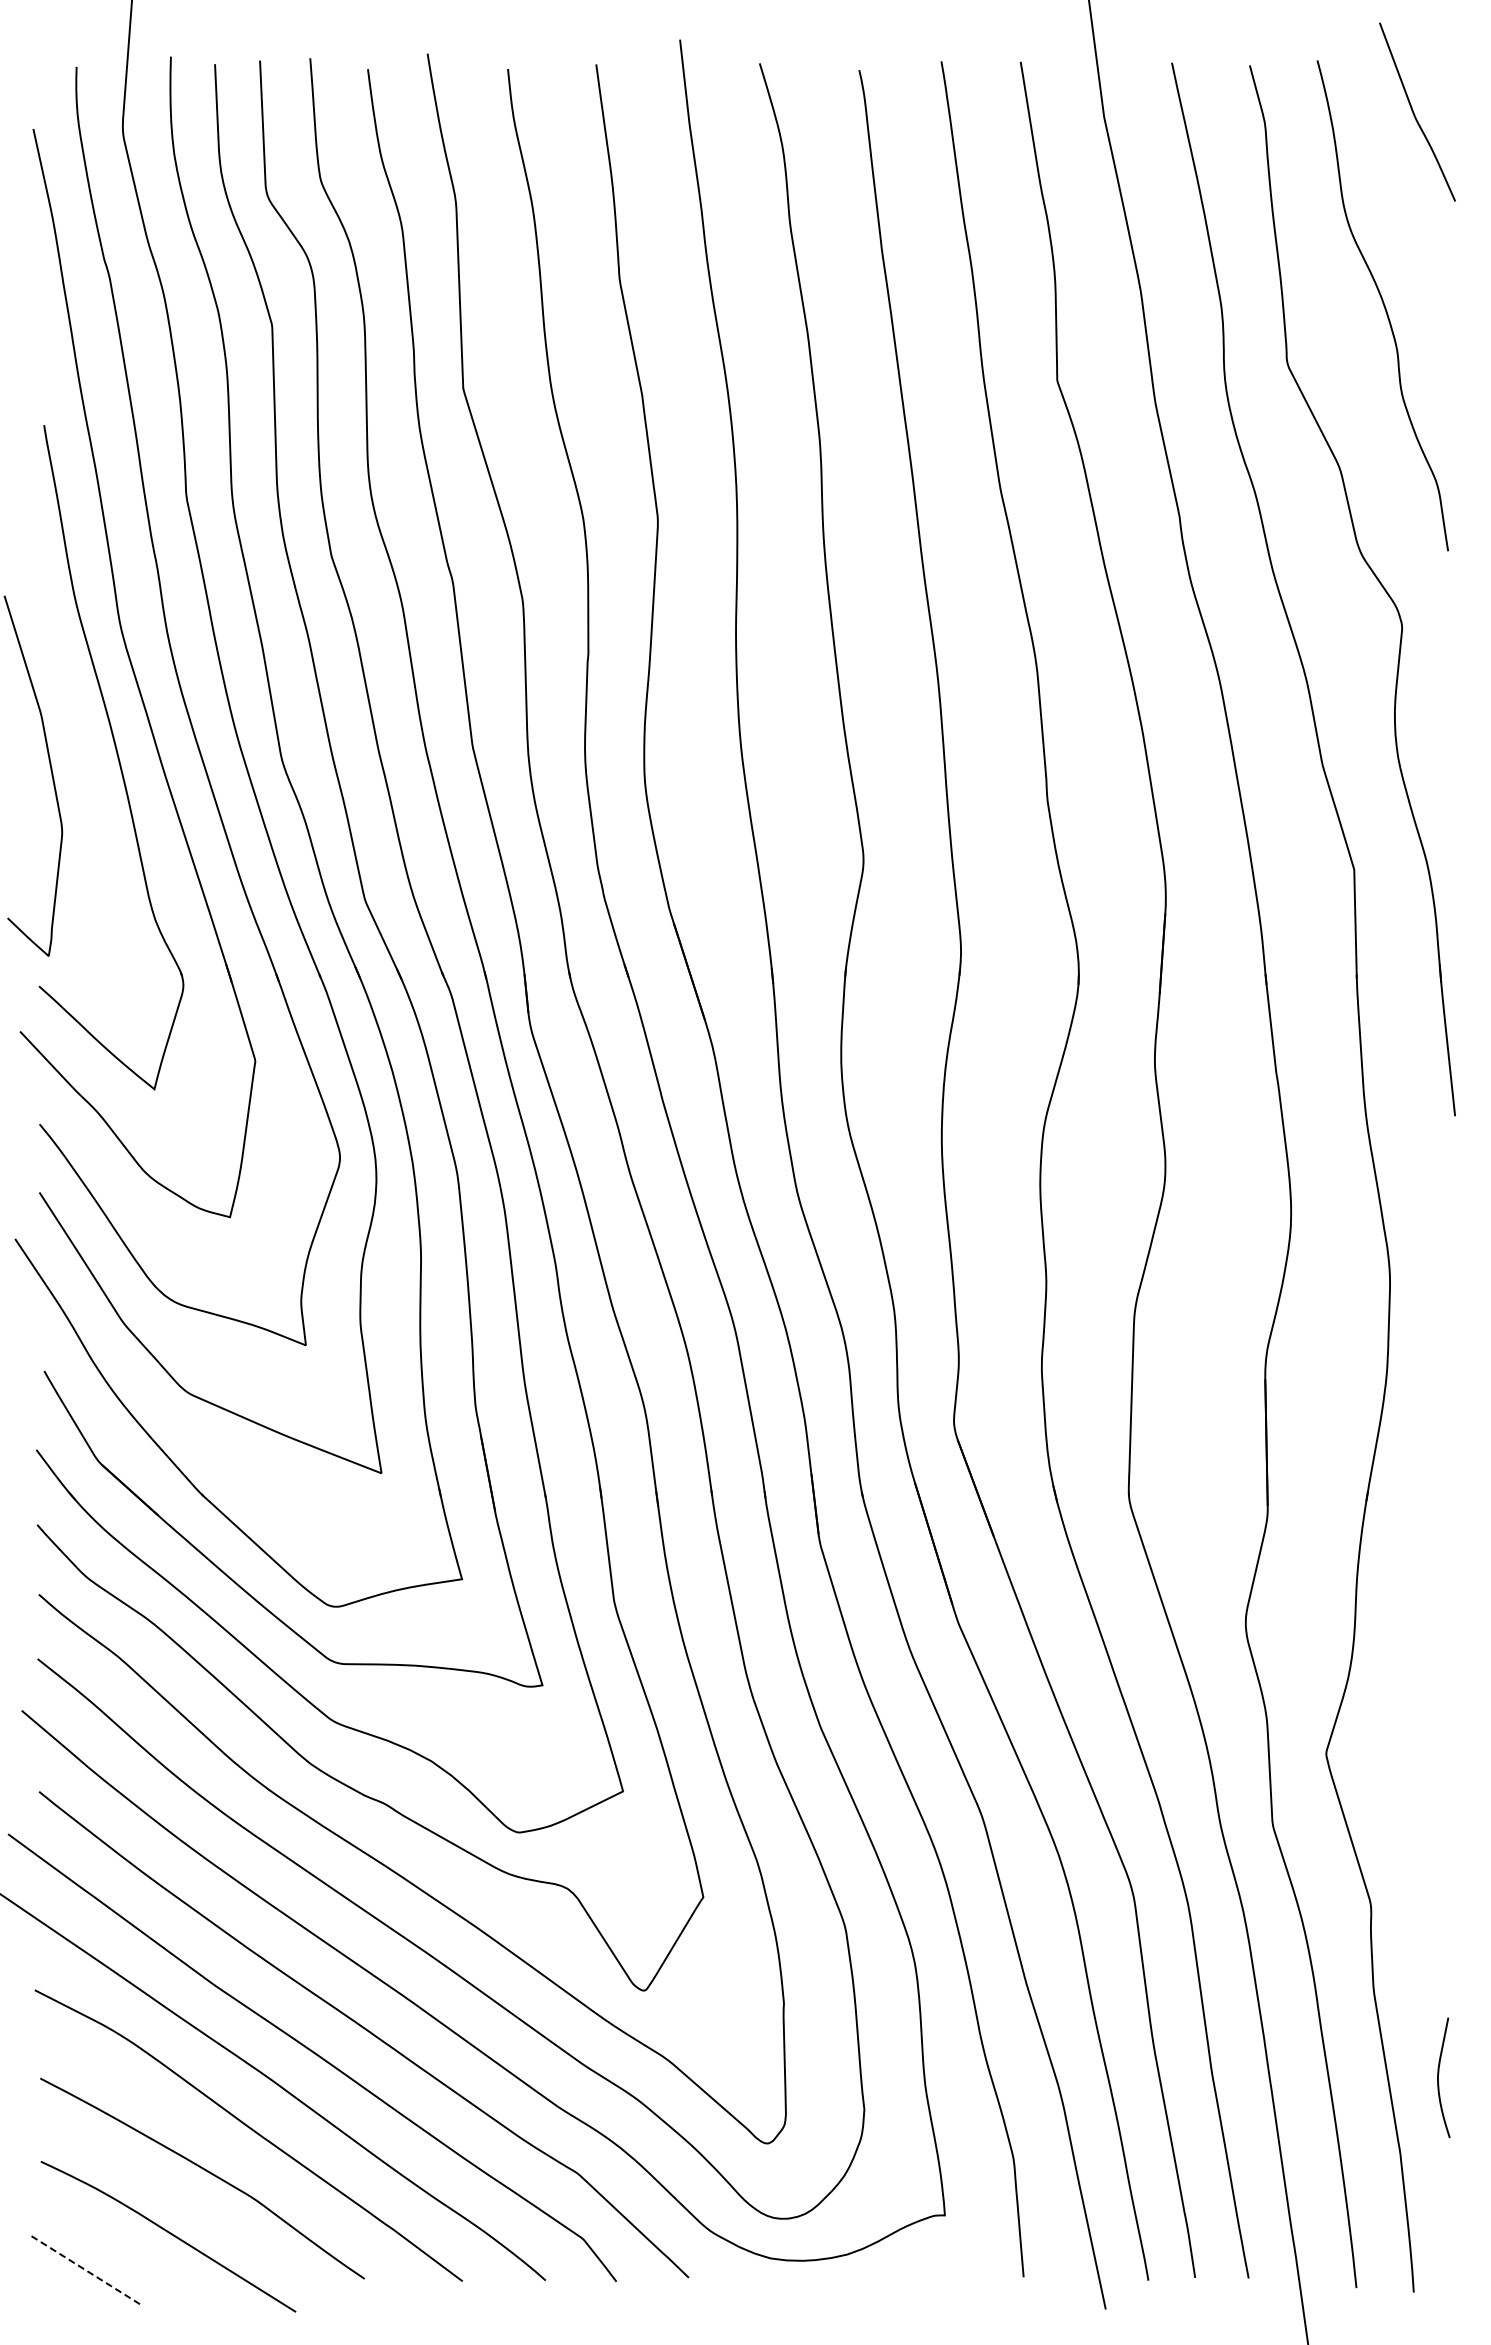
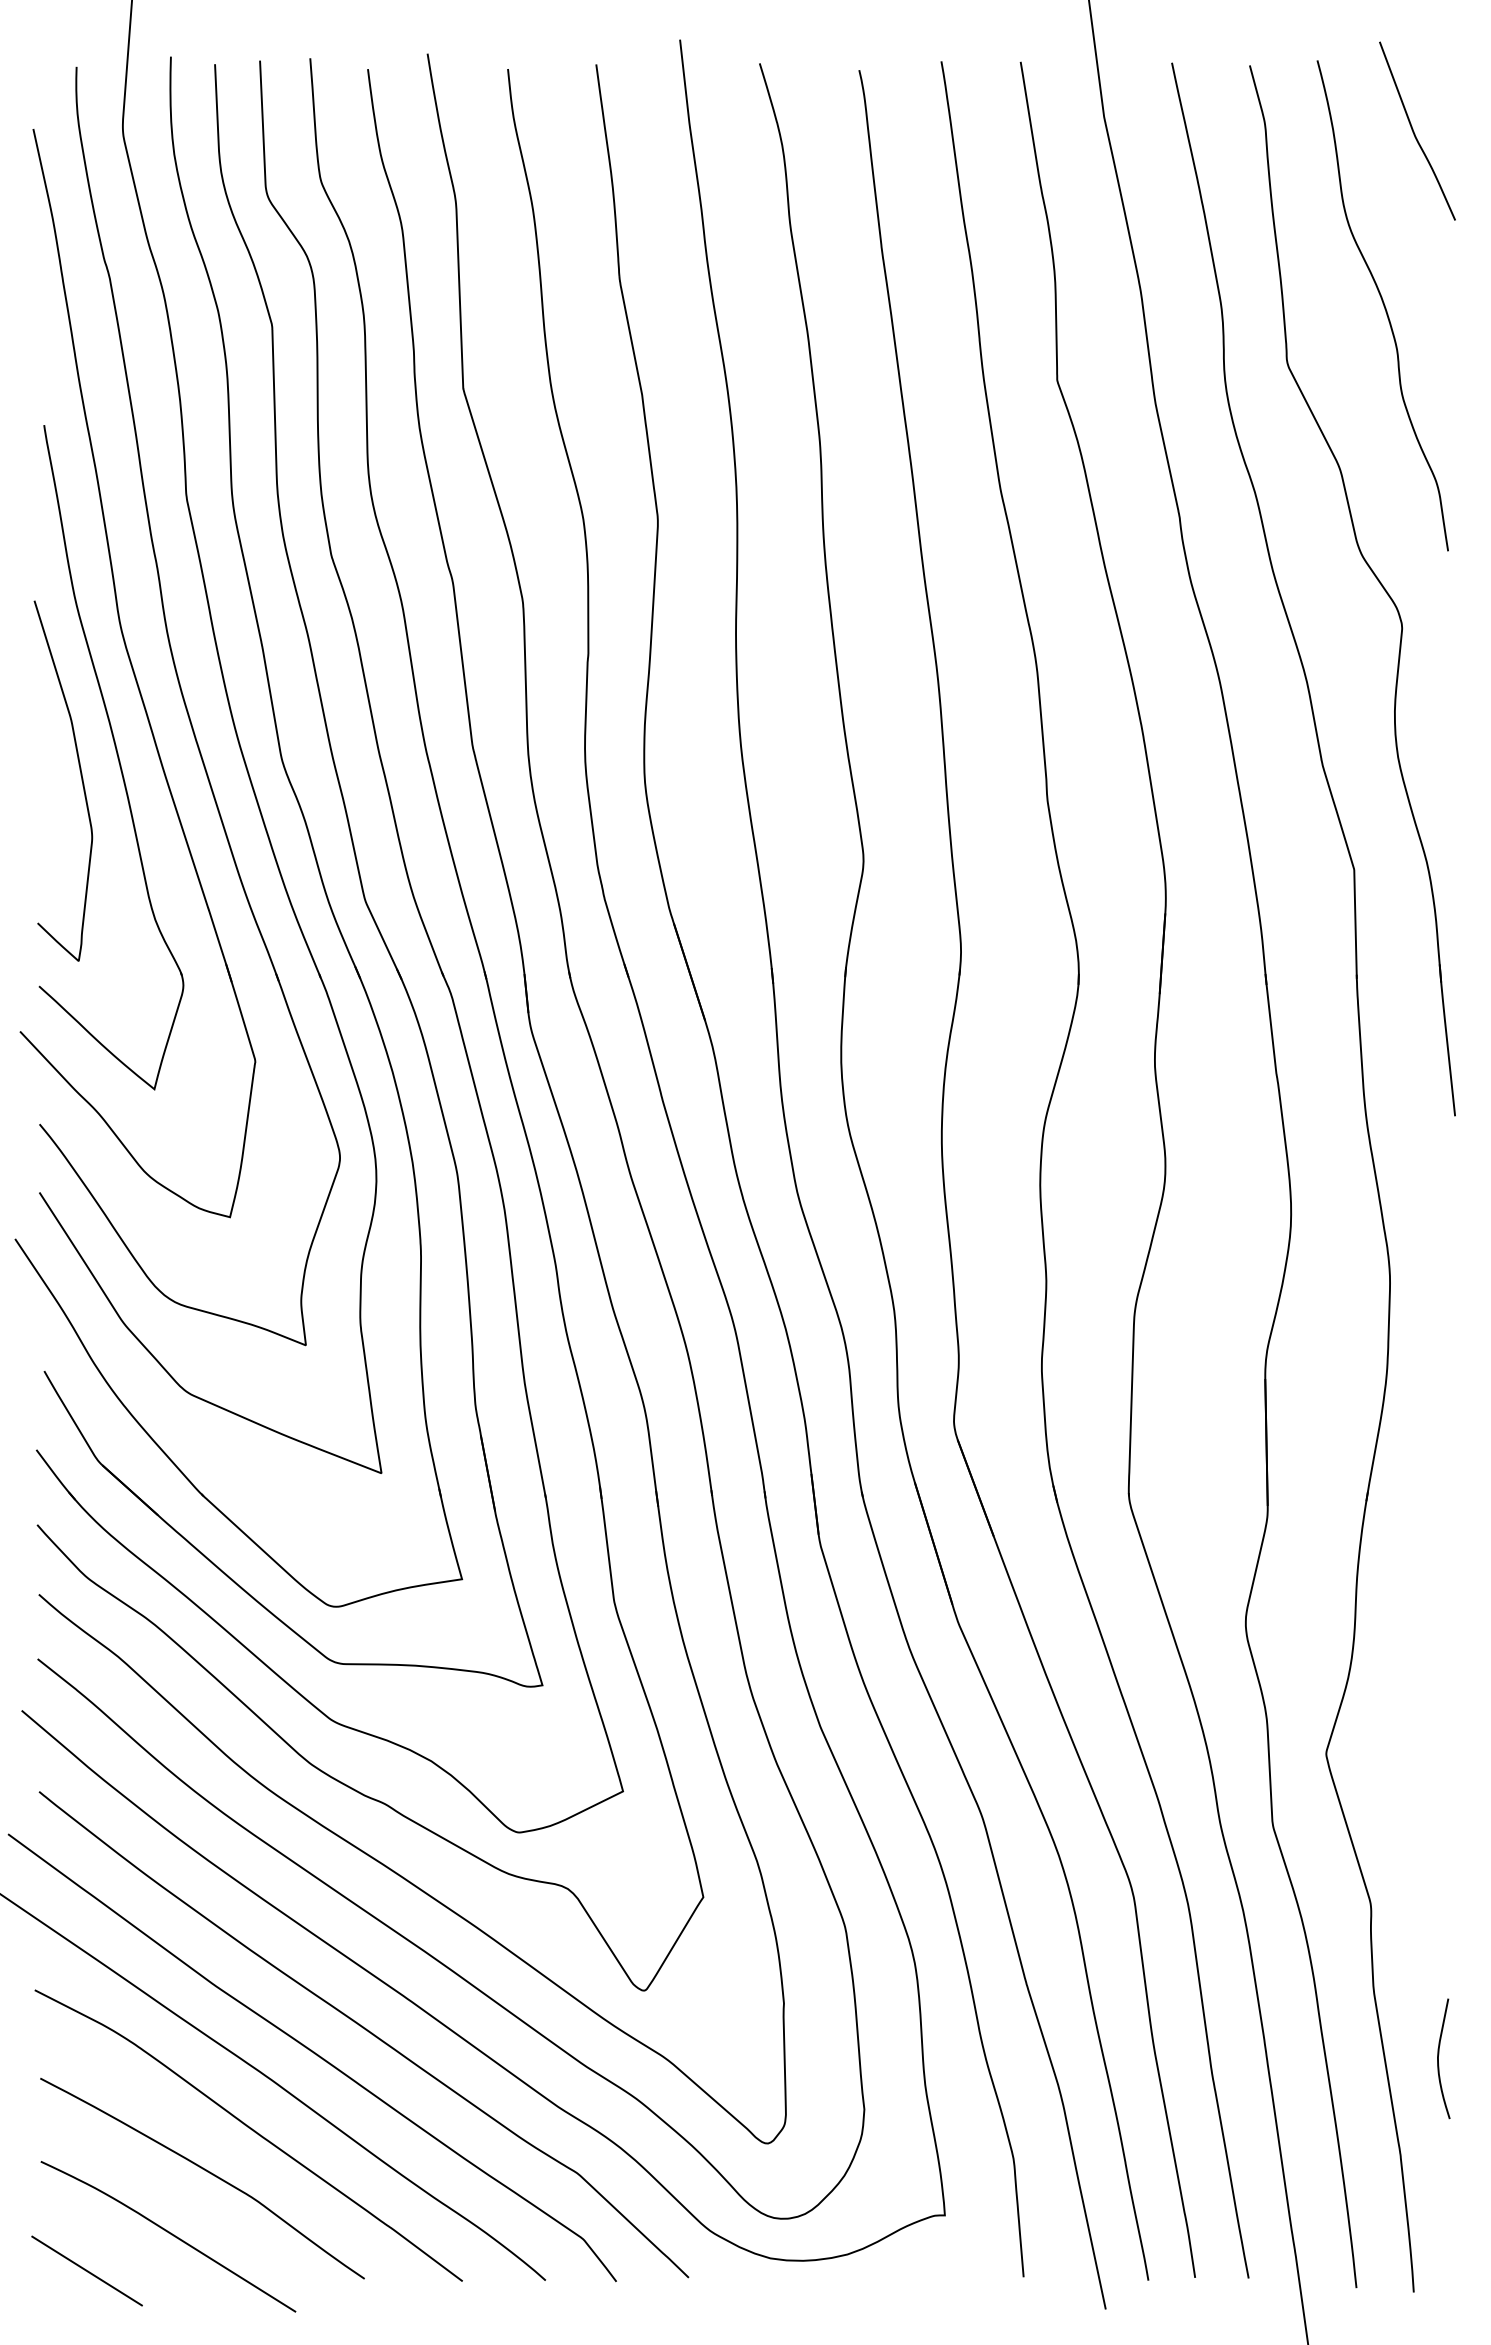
curve at (1414, 112) position: (1414, 112) -> (1414, 131)
curve at (50, 770) position: (50, 770) -> (80, 775)
curve at (1438, 2077) position: (1438, 2077) -> (1438, 2058)
line at (87, 2271): dashed -> solid
